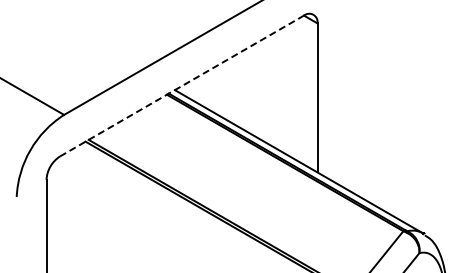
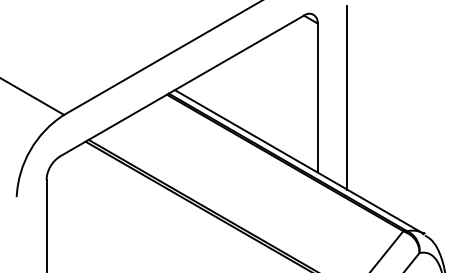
line at (182, 86): dashed -> solid
line at (347, 97): none -> present
